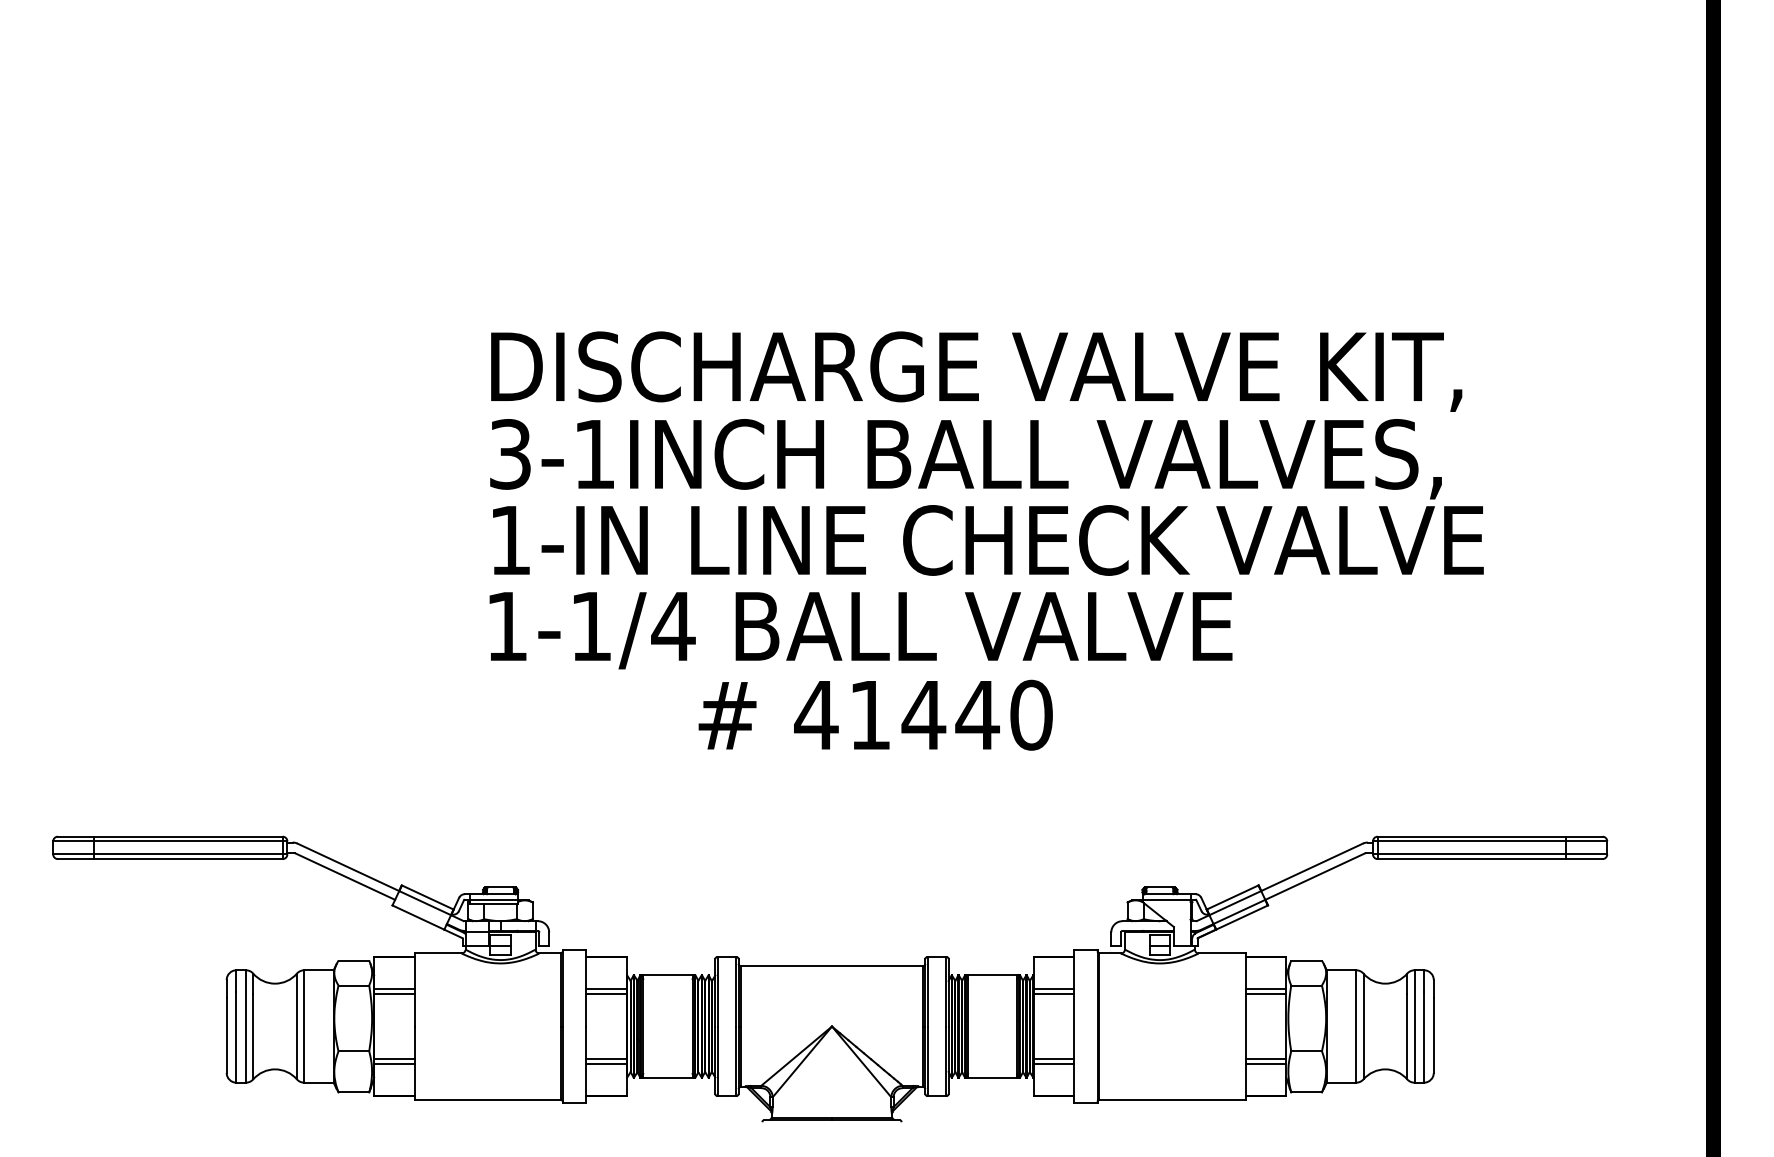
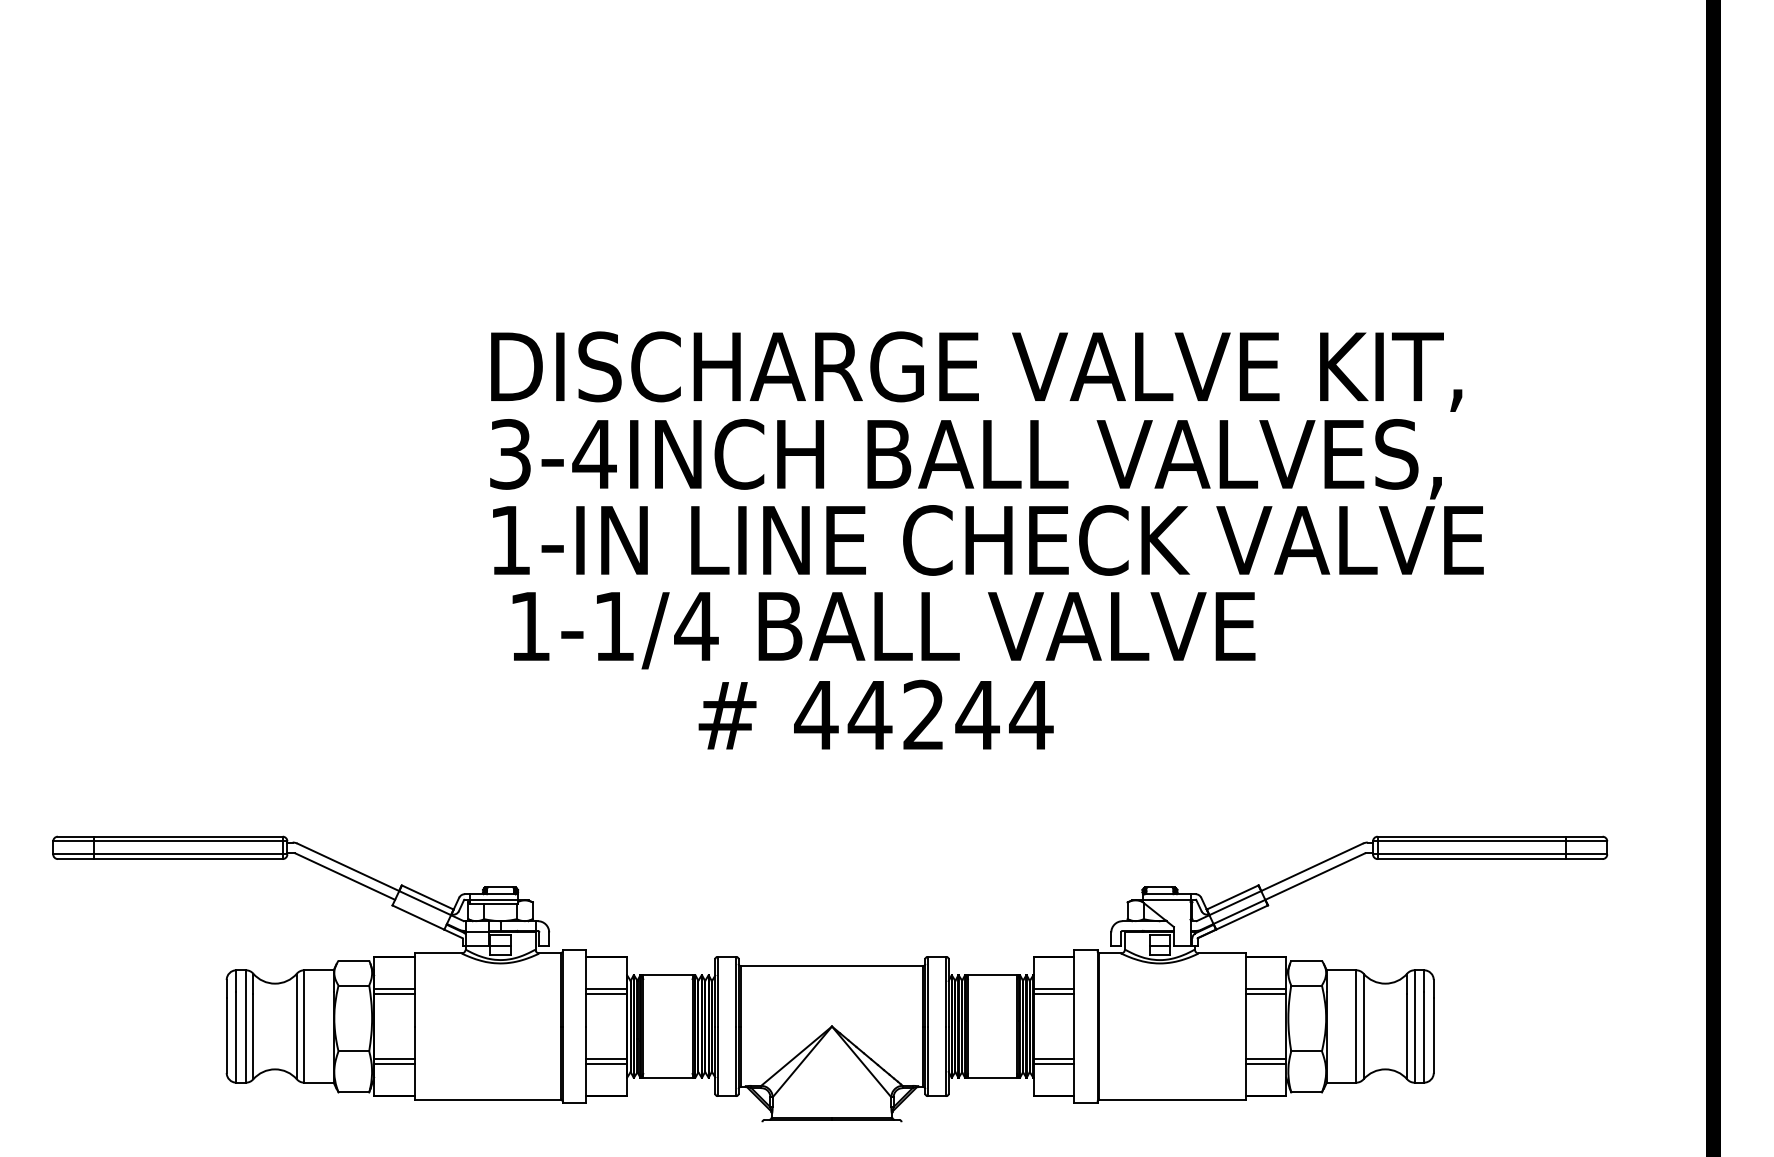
text at (594, 454): 3-1INCH -> 3-4INCH
text at (860, 630) position: (860, 630) -> (883, 630)
text at (950, 714): 41440 -> 44244
